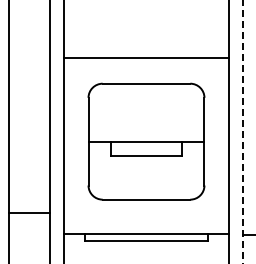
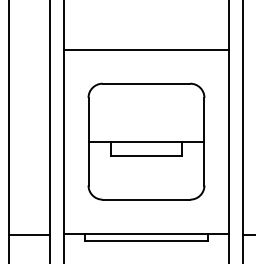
line at (146, 57) position: (146, 57) -> (146, 49)
line at (243, 131): dashed -> solid
line at (29, 213) position: (29, 213) -> (29, 235)
